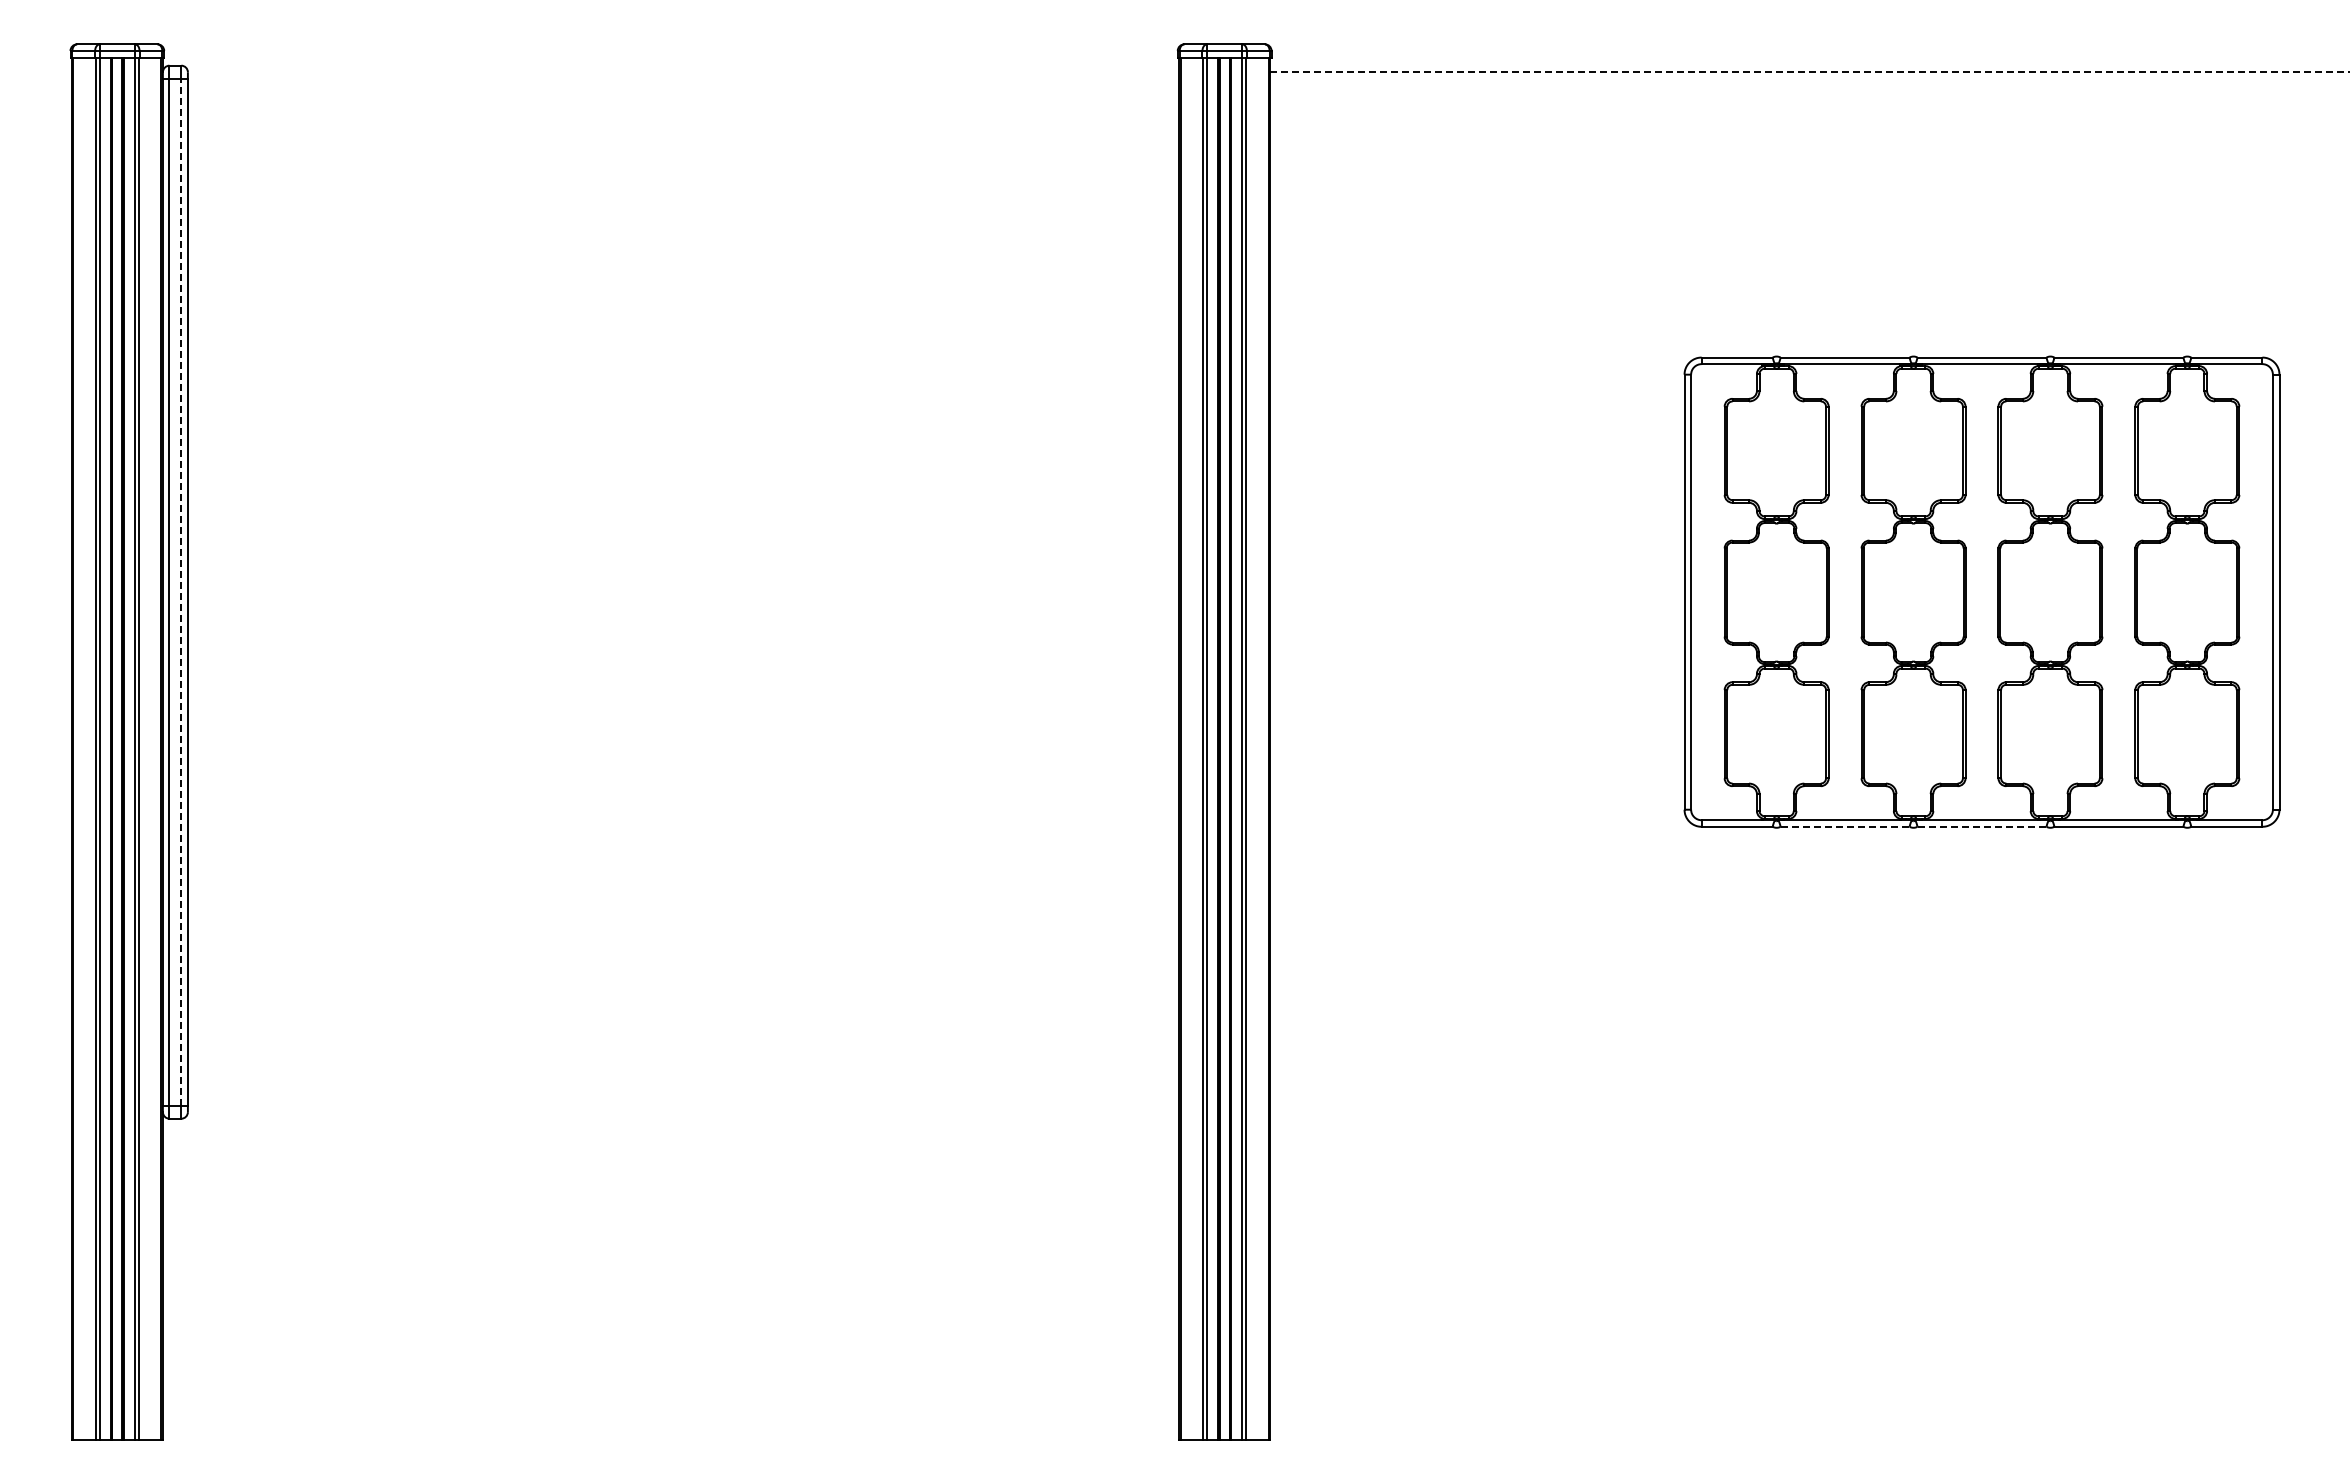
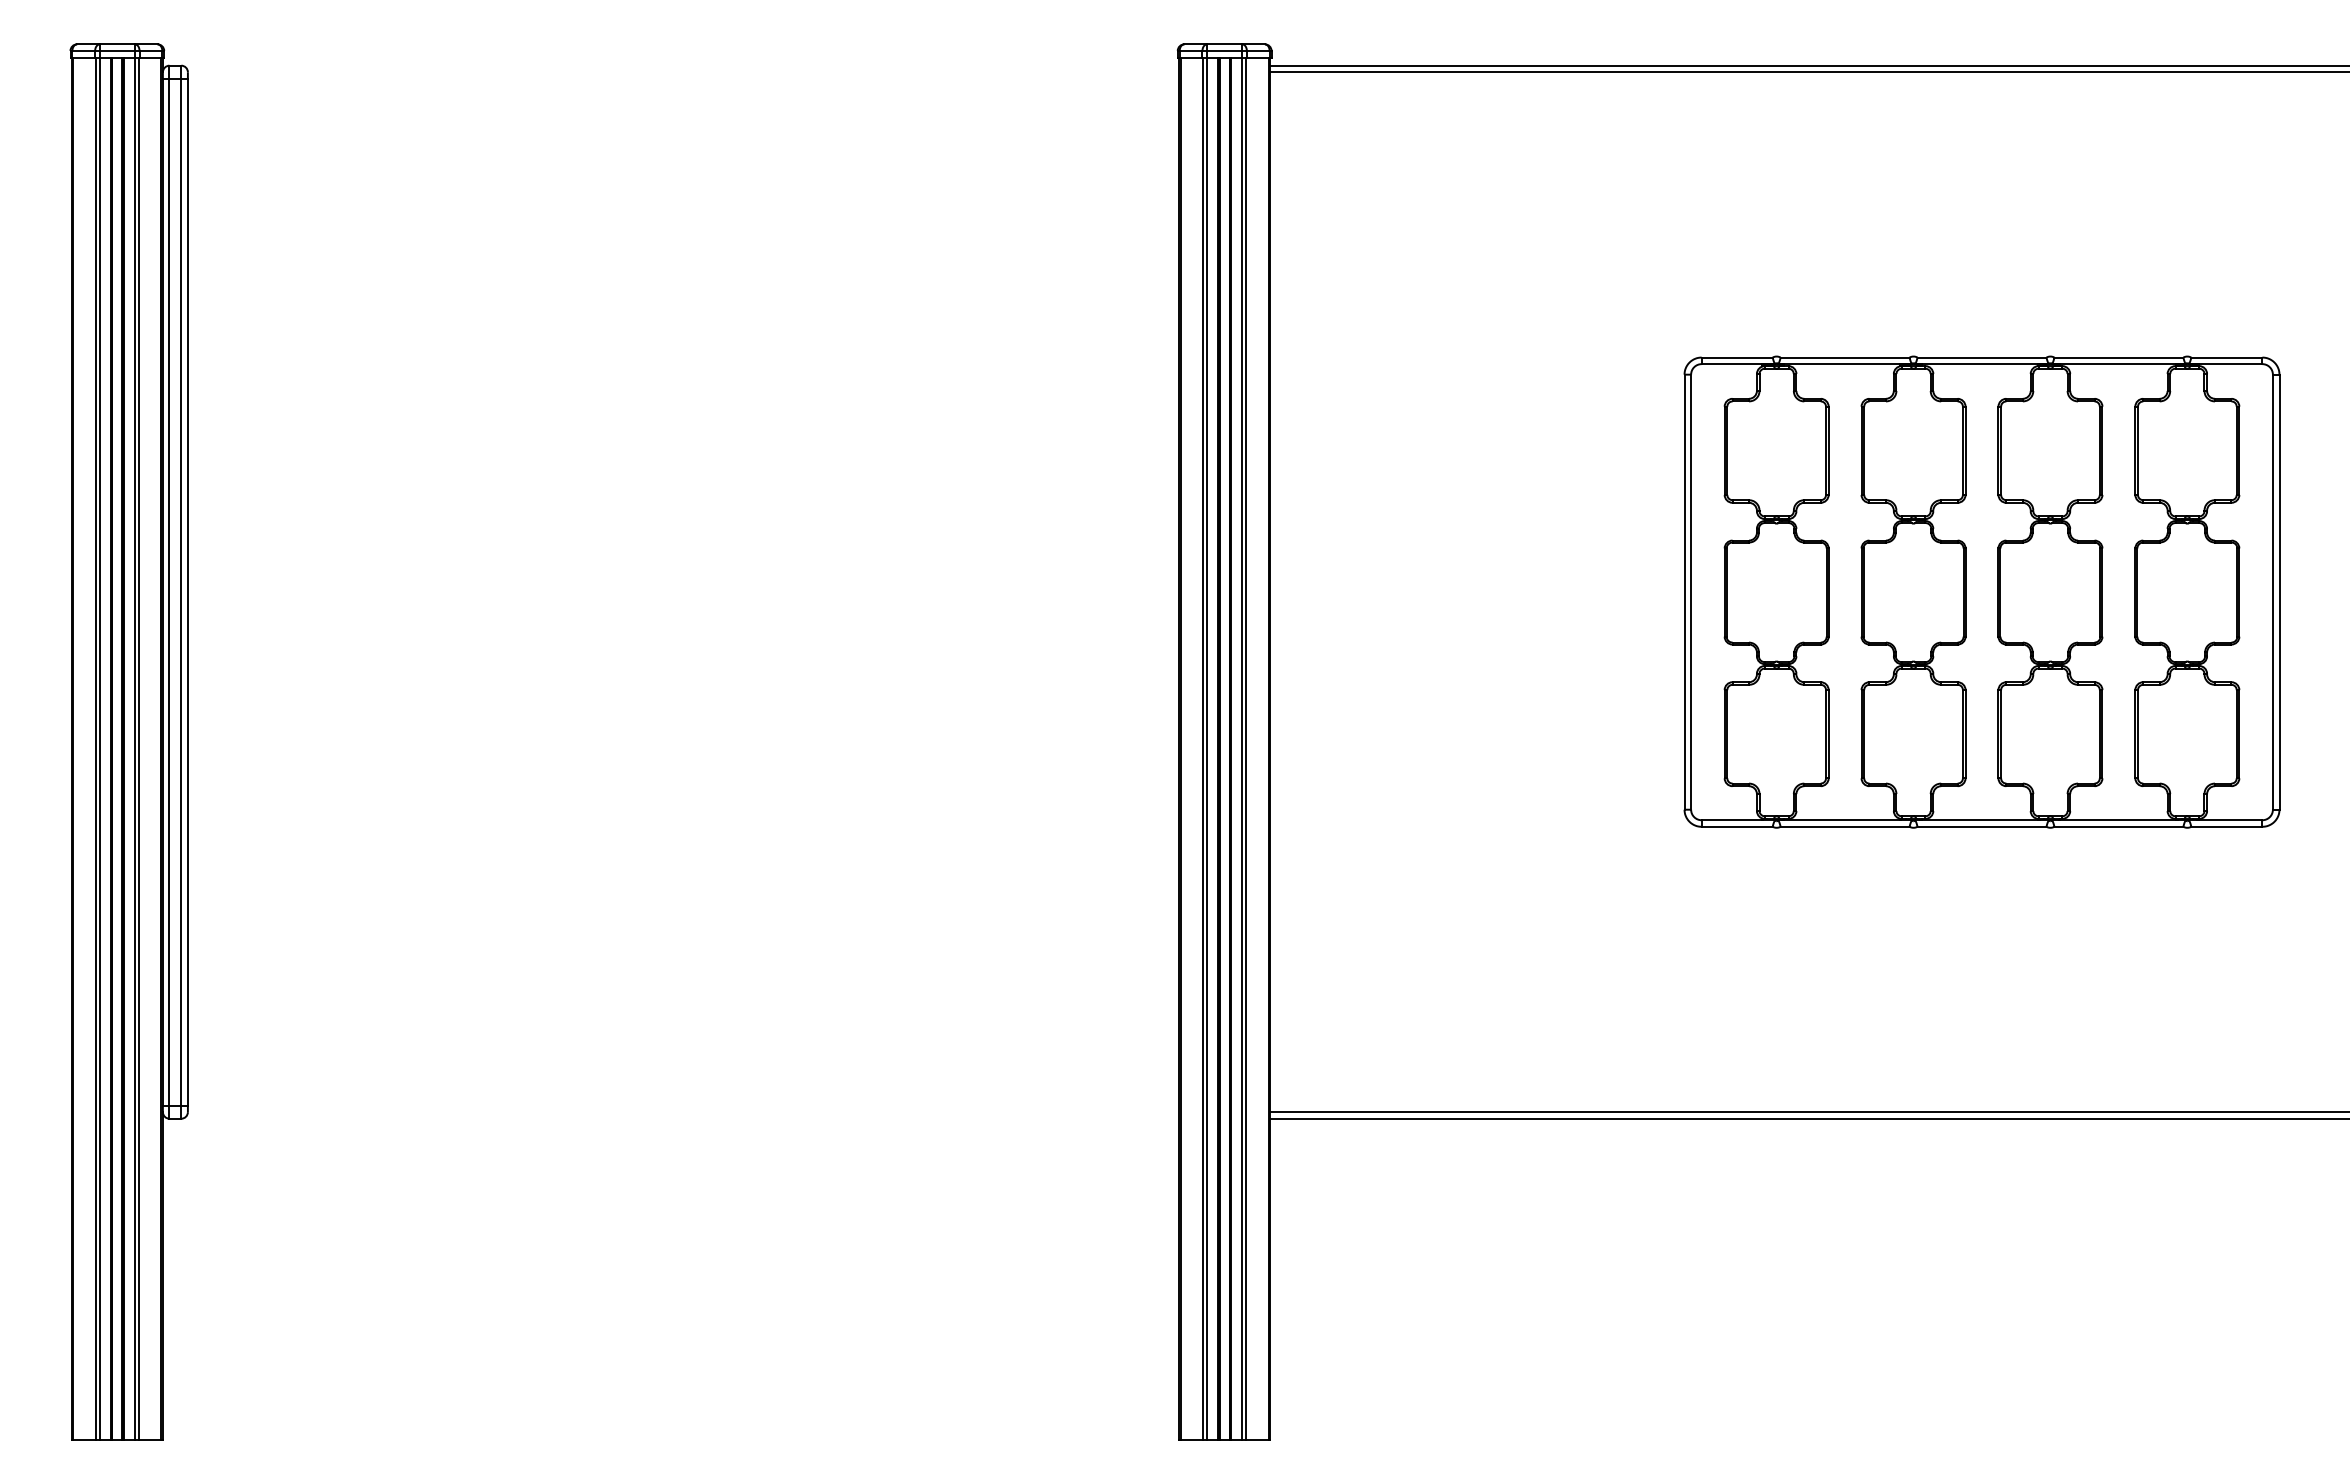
line at (1808, 65): none -> present
line at (1810, 72): dashed -> solid
line at (181, 591): dashed -> solid
line at (1845, 826): dashed -> solid
line at (1982, 826): dashed -> solid
line at (1808, 1112): none -> present
line at (1808, 1118): none -> present
